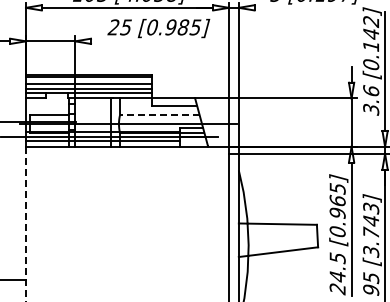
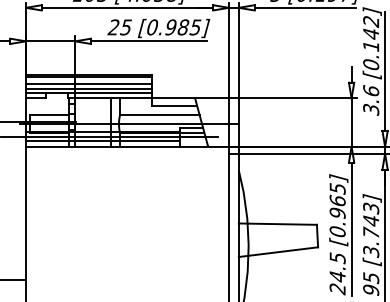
line at (305, 7): none -> present
line at (148, 41): none -> present
line at (159, 115): dashed -> solid
line at (26, 224): dashed -> solid
